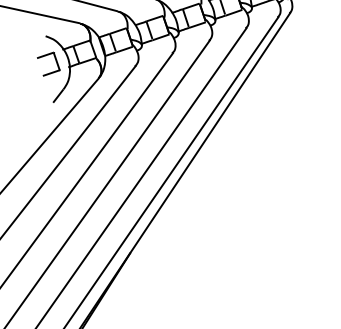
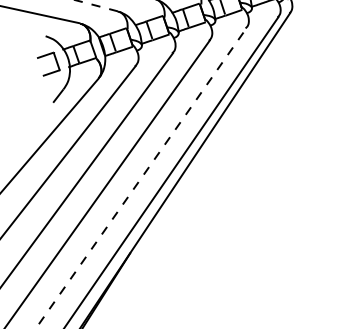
line at (96, 5): solid -> dashed
line at (141, 178): solid -> dashed
